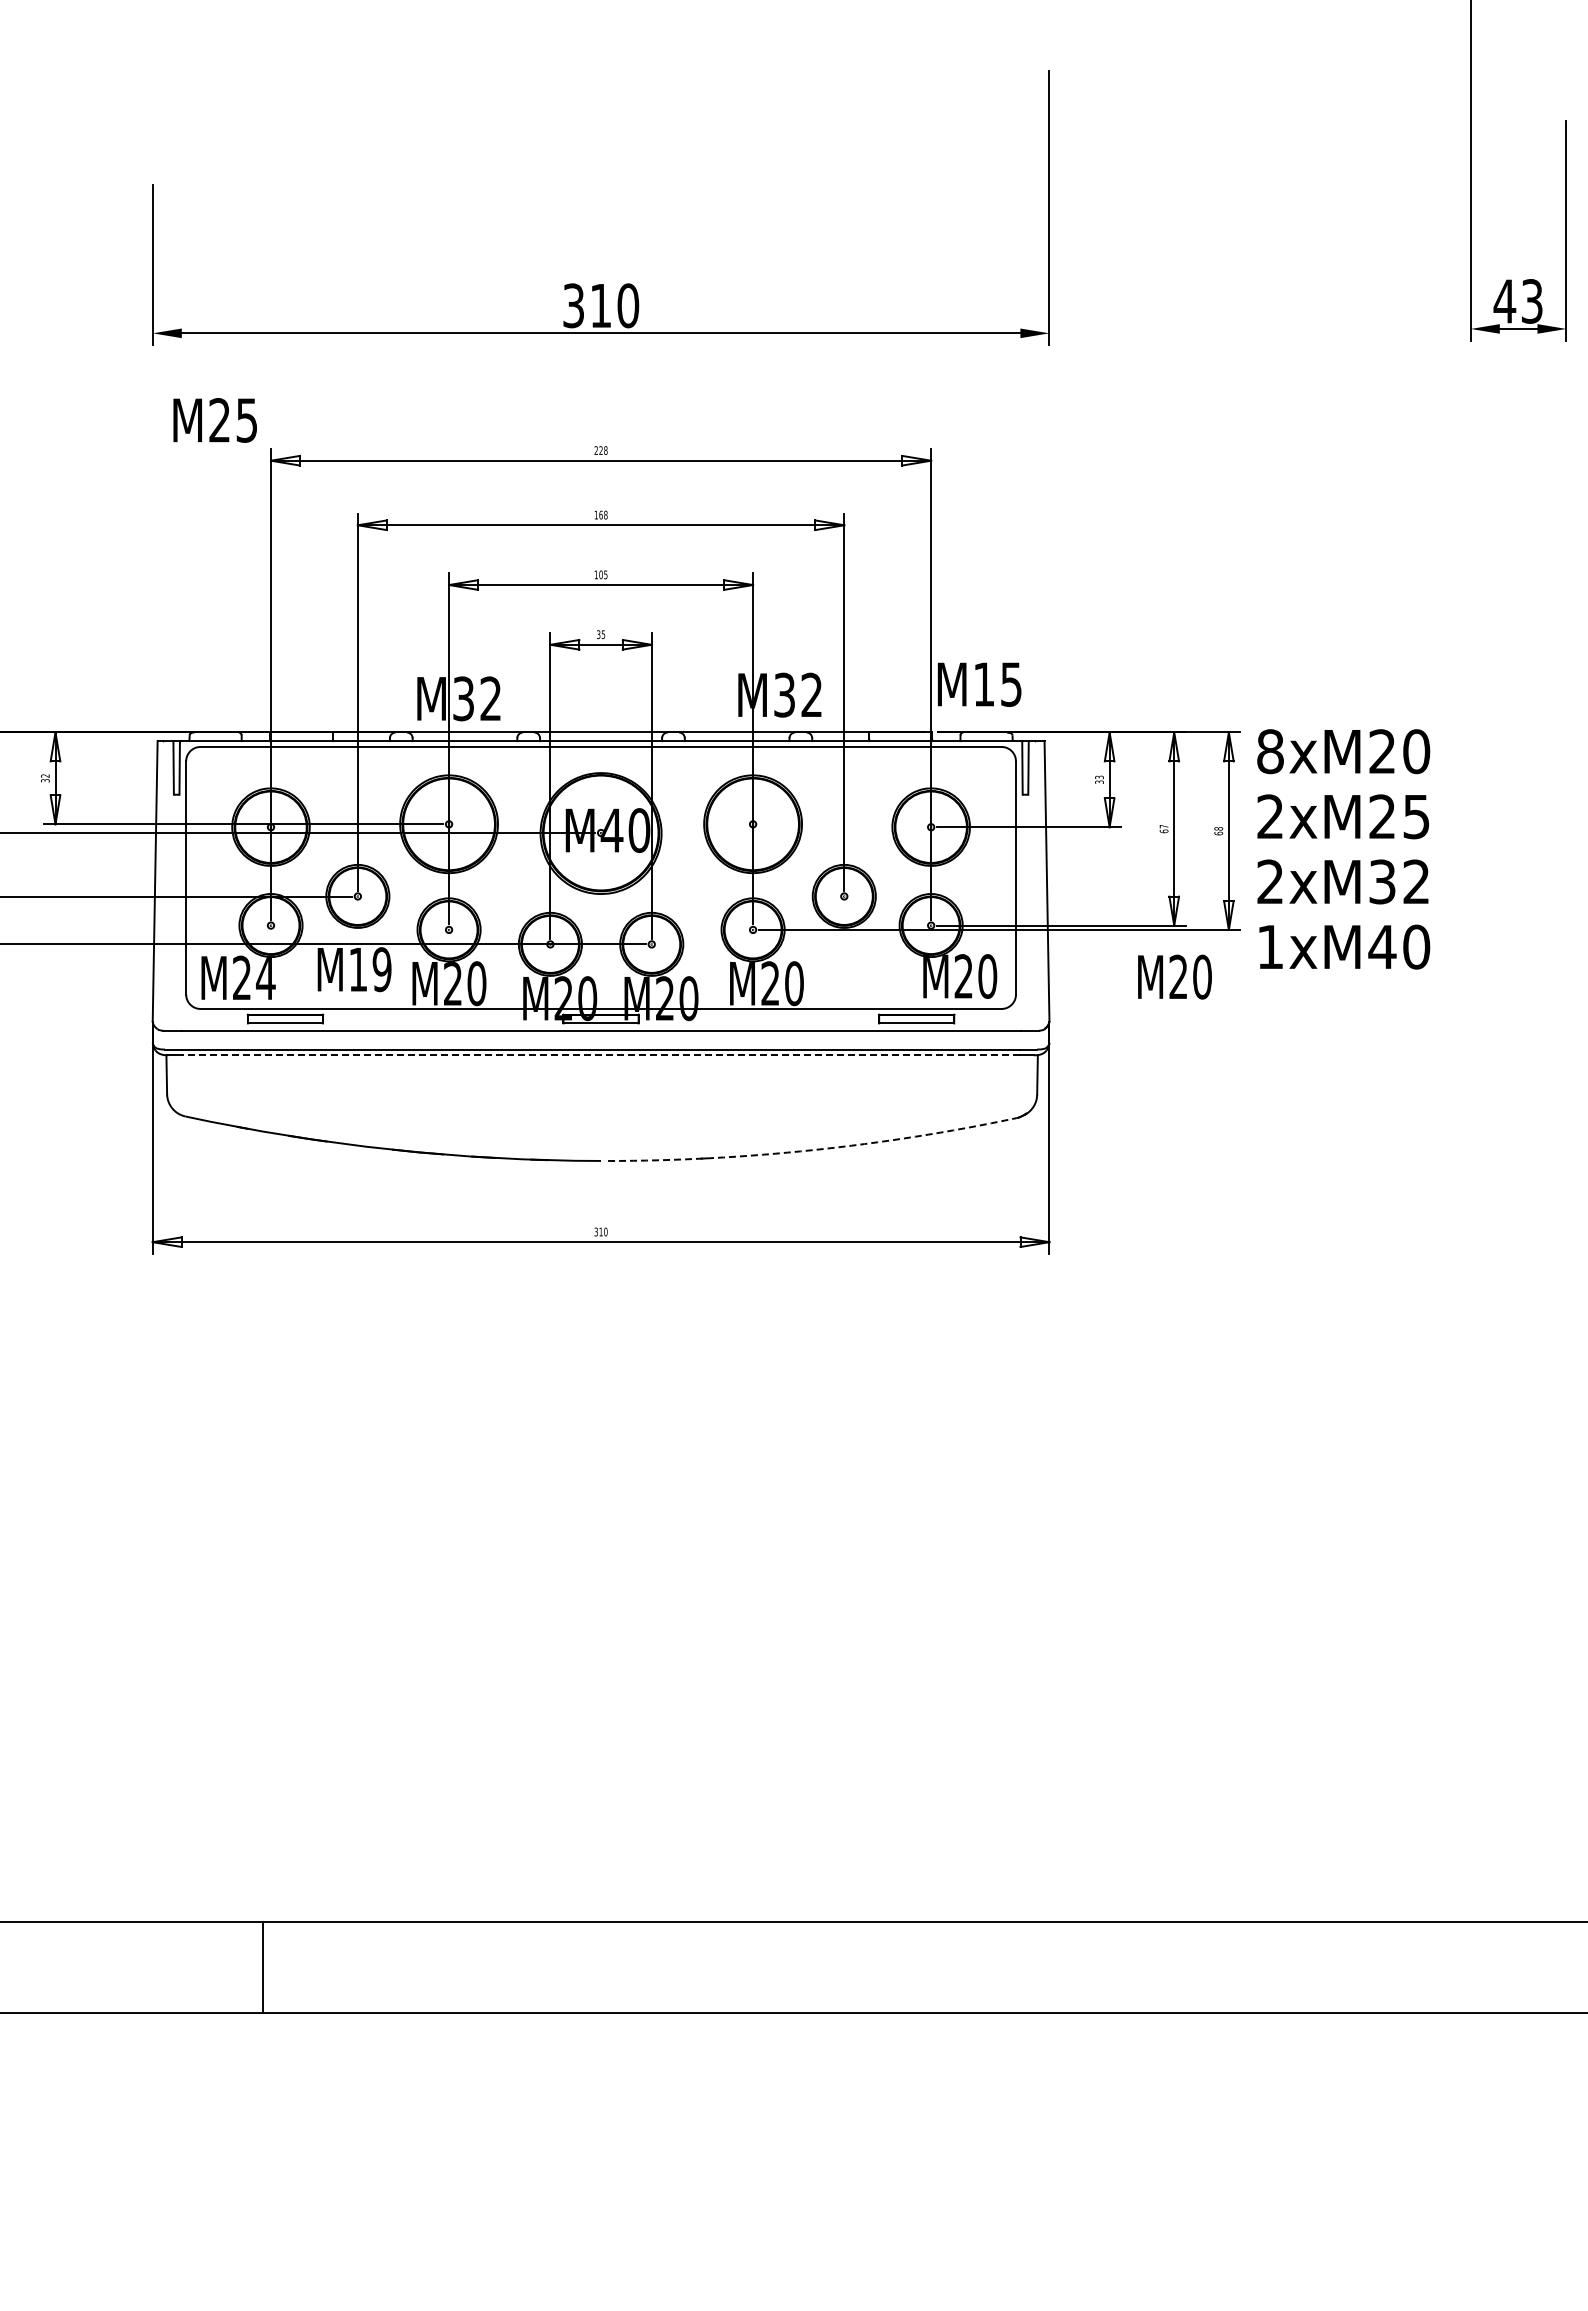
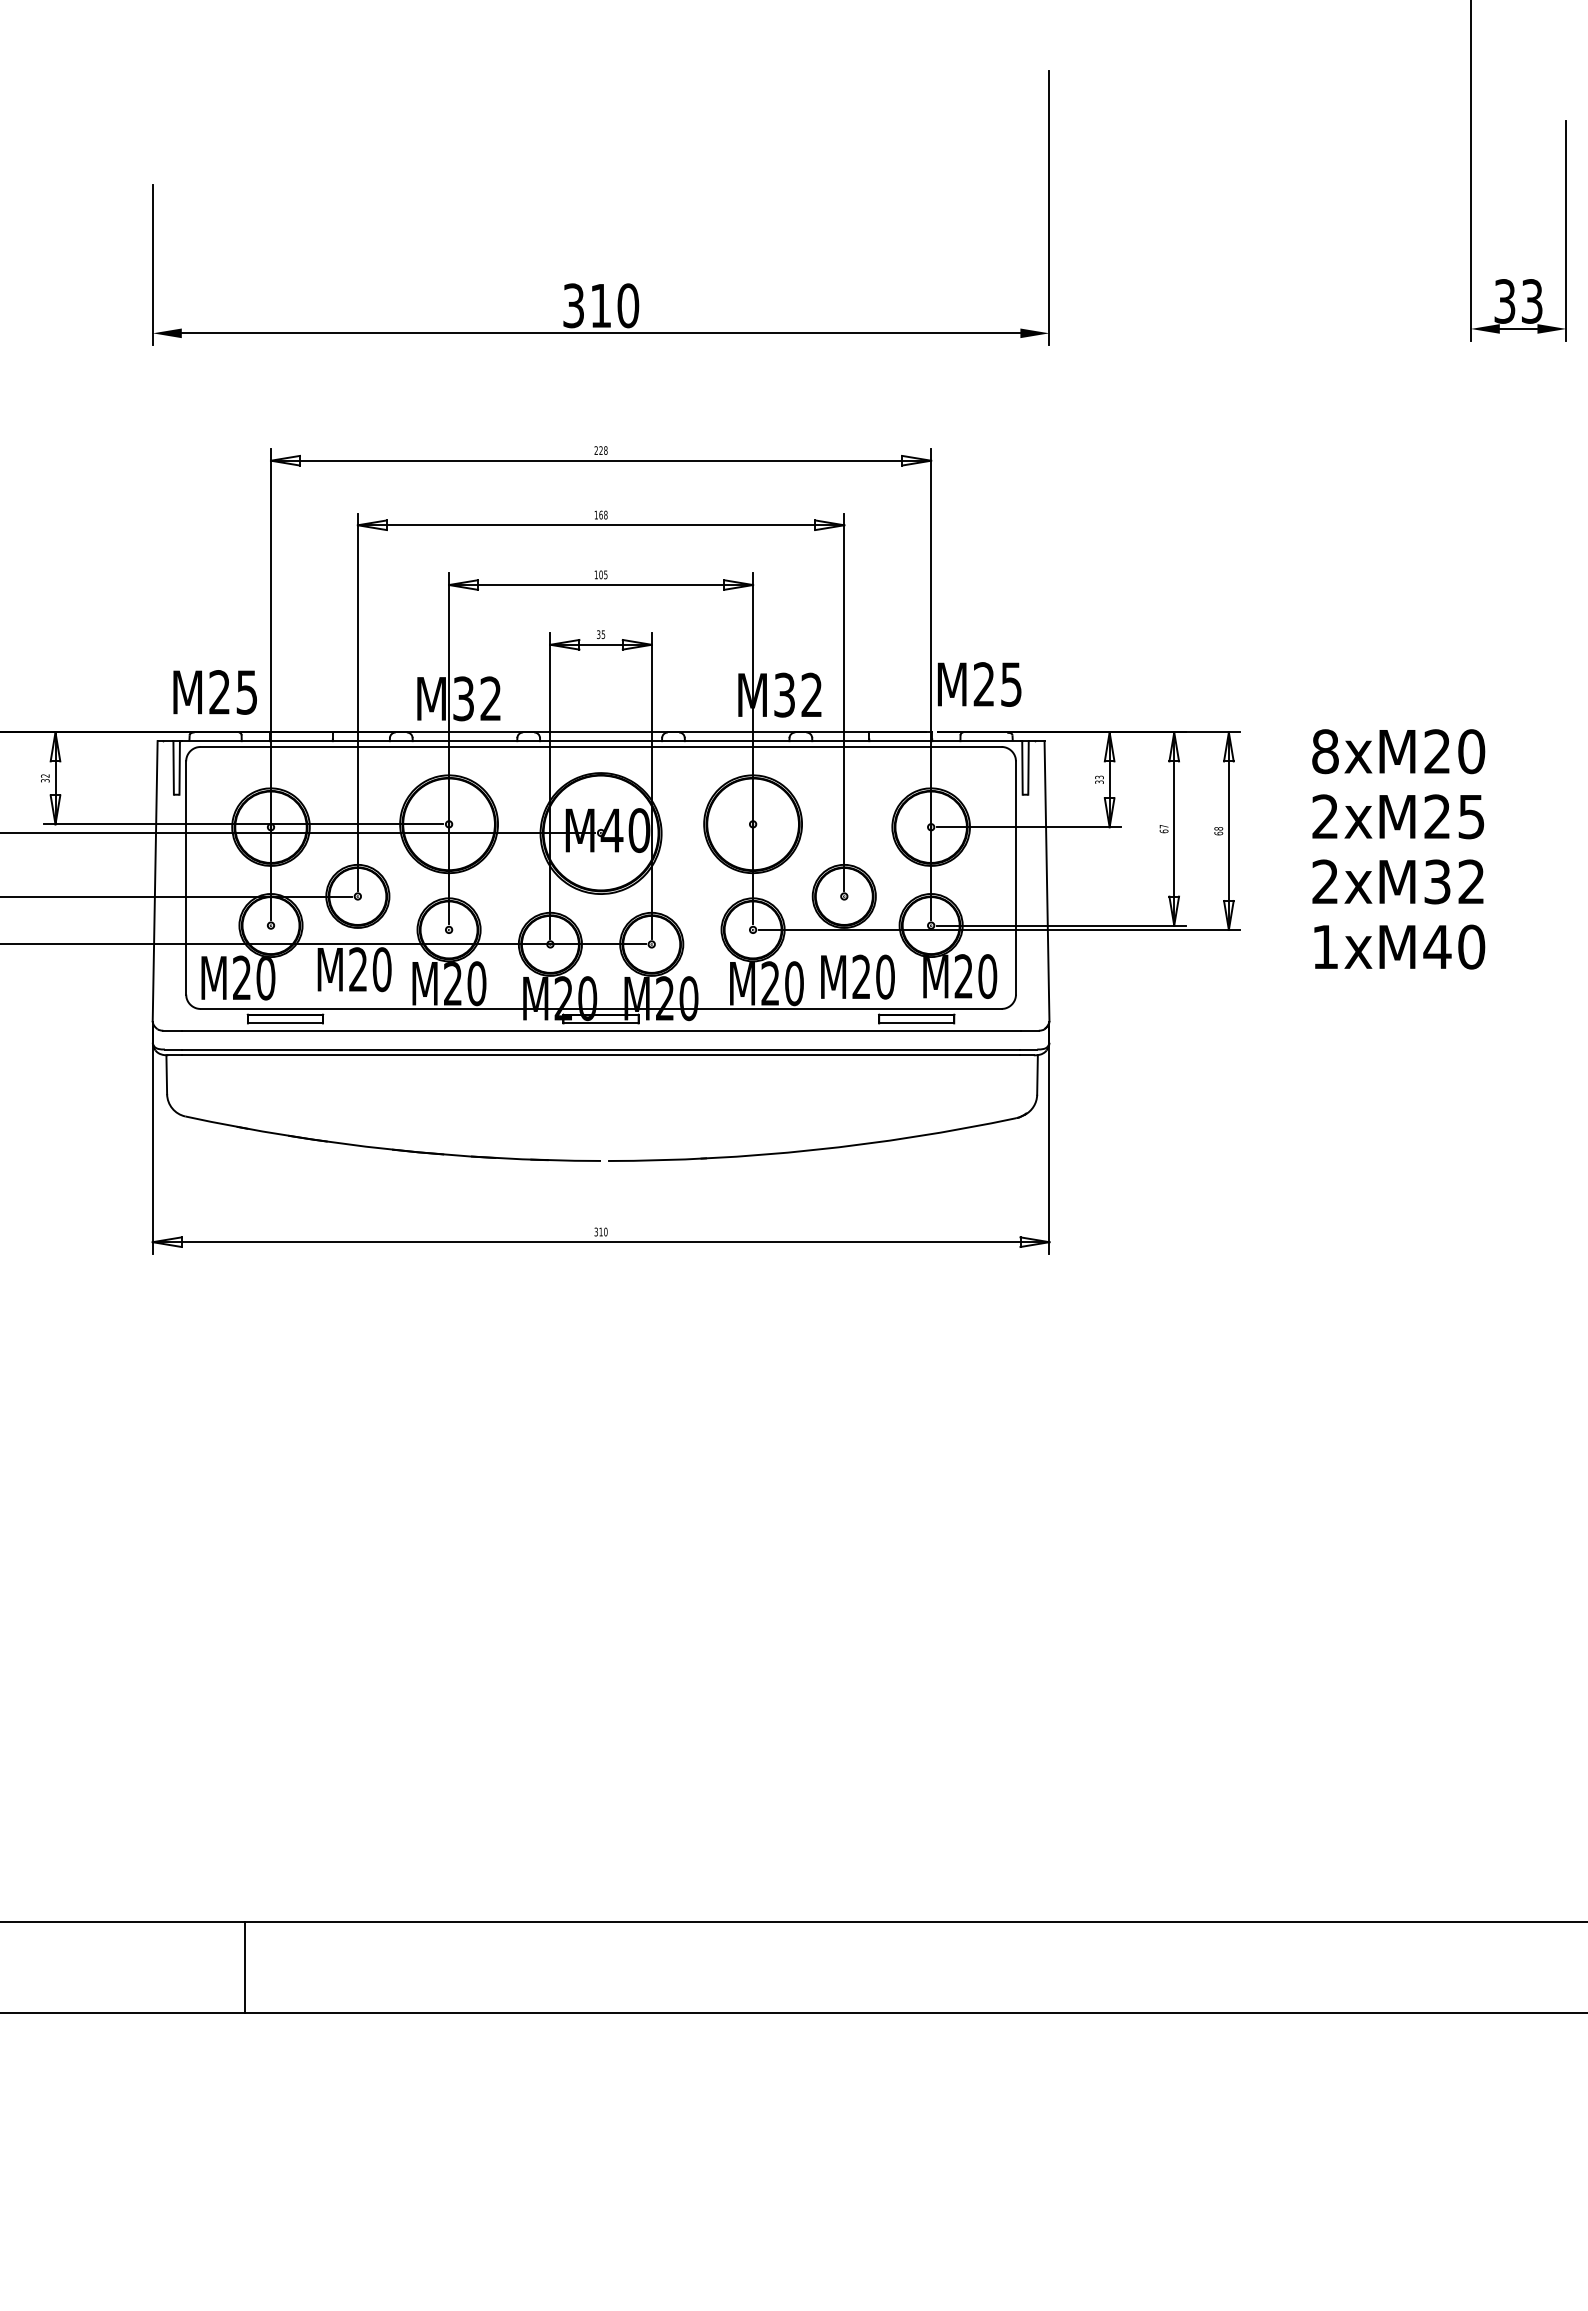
text at (1504, 301): 43 -> 33
text at (214, 420) position: (214, 420) -> (214, 692)
text at (983, 684): M15 -> M25
text at (1343, 849) position: (1343, 849) -> (1398, 849)
text at (370, 969): M19 -> M20
text at (1174, 976) position: (1174, 976) -> (857, 976)
text at (265, 977): M24 -> M20
line at (600, 1055): dashed -> solid
arc at (813, 1150): dashed -> solid
line at (262, 1967) position: (262, 1967) -> (244, 1967)
